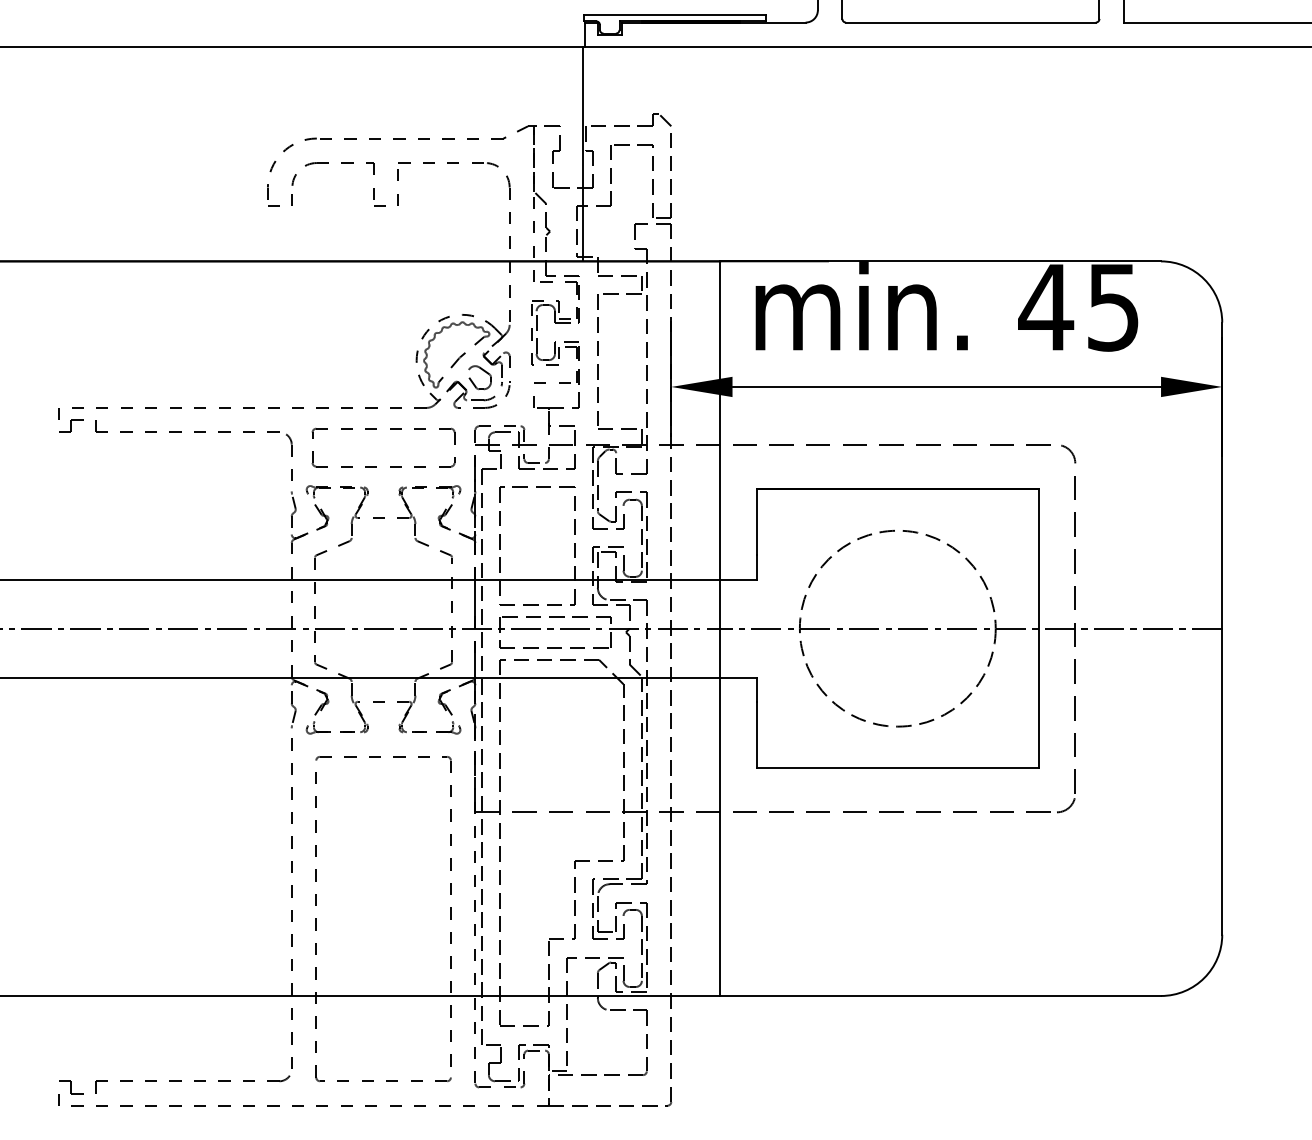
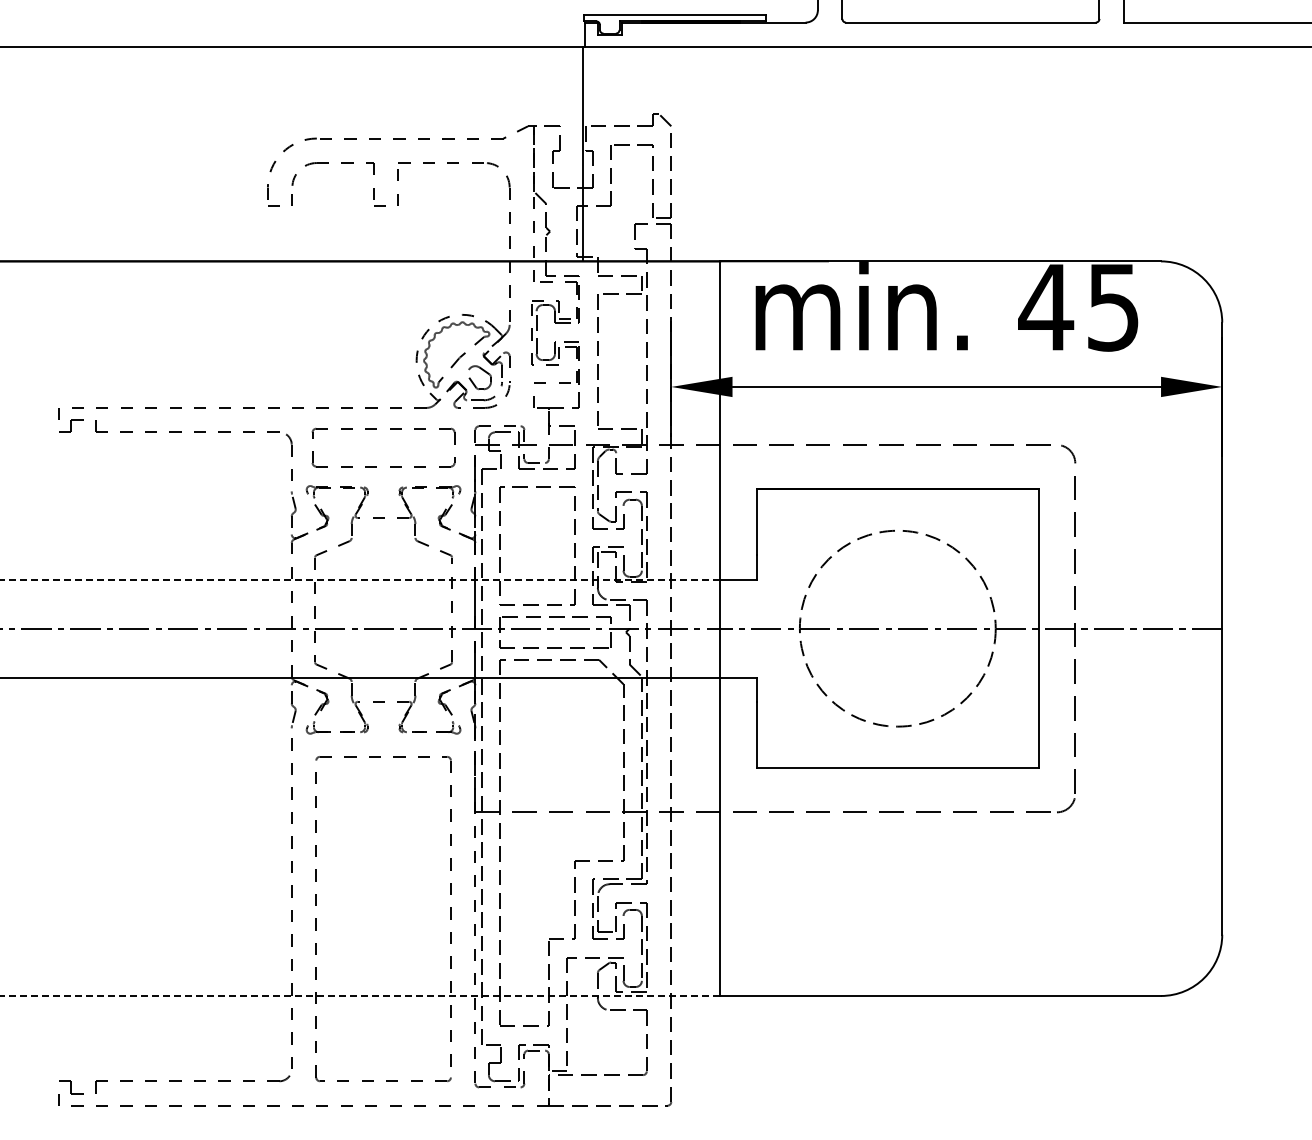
line at (360, 579): solid -> dashed
line at (360, 995): solid -> dashed
